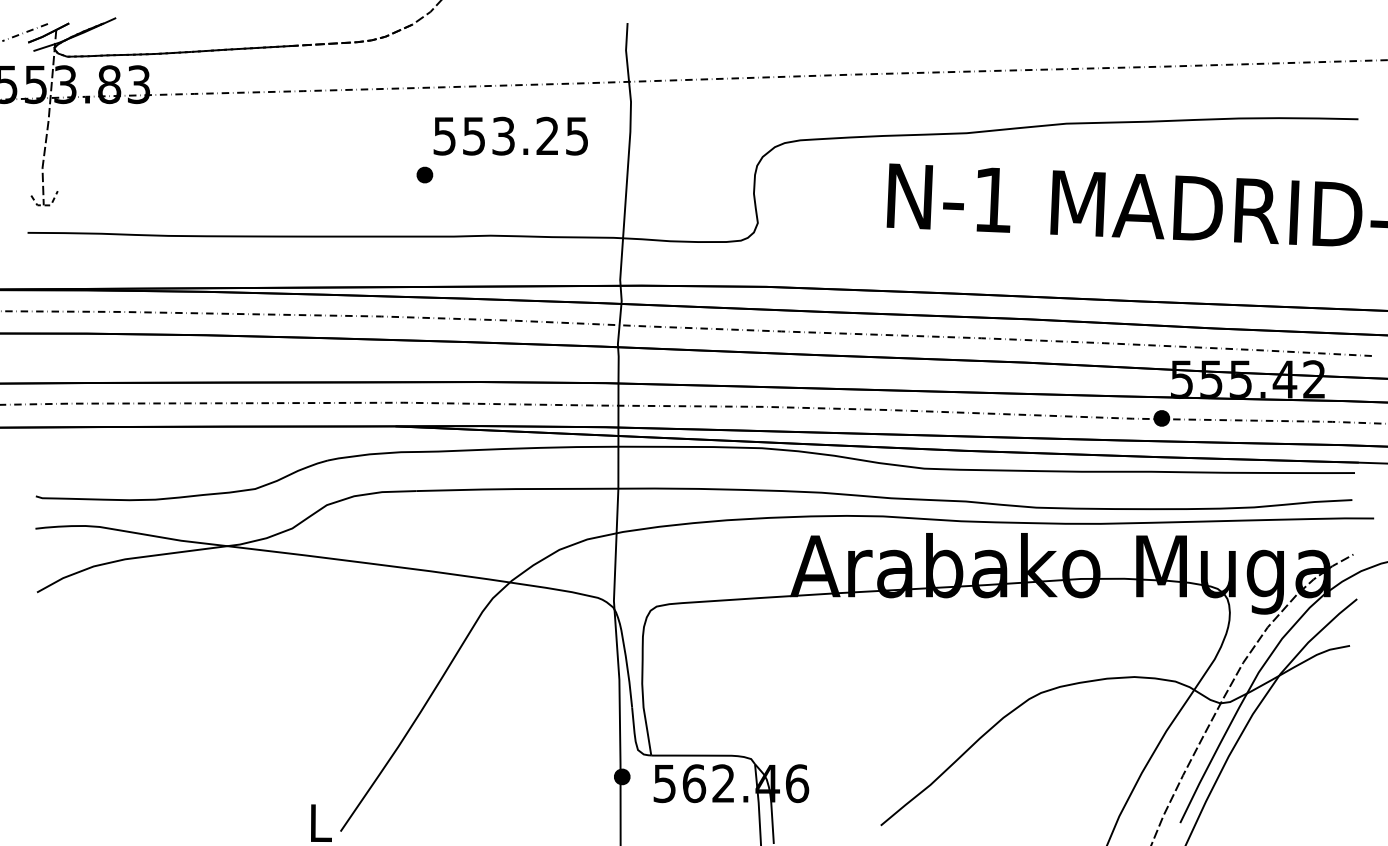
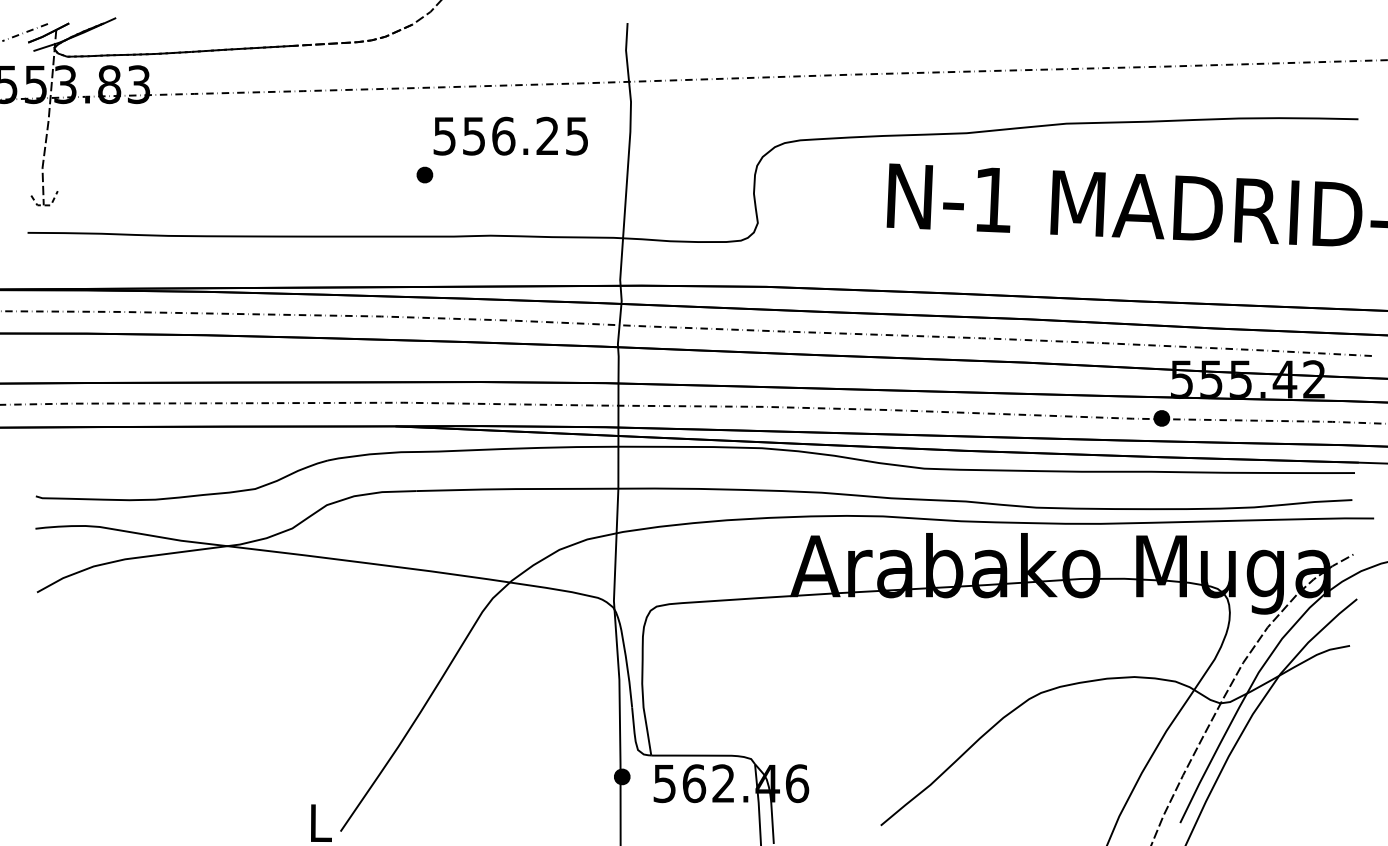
text at (503, 135): 553.25 -> 556.25
